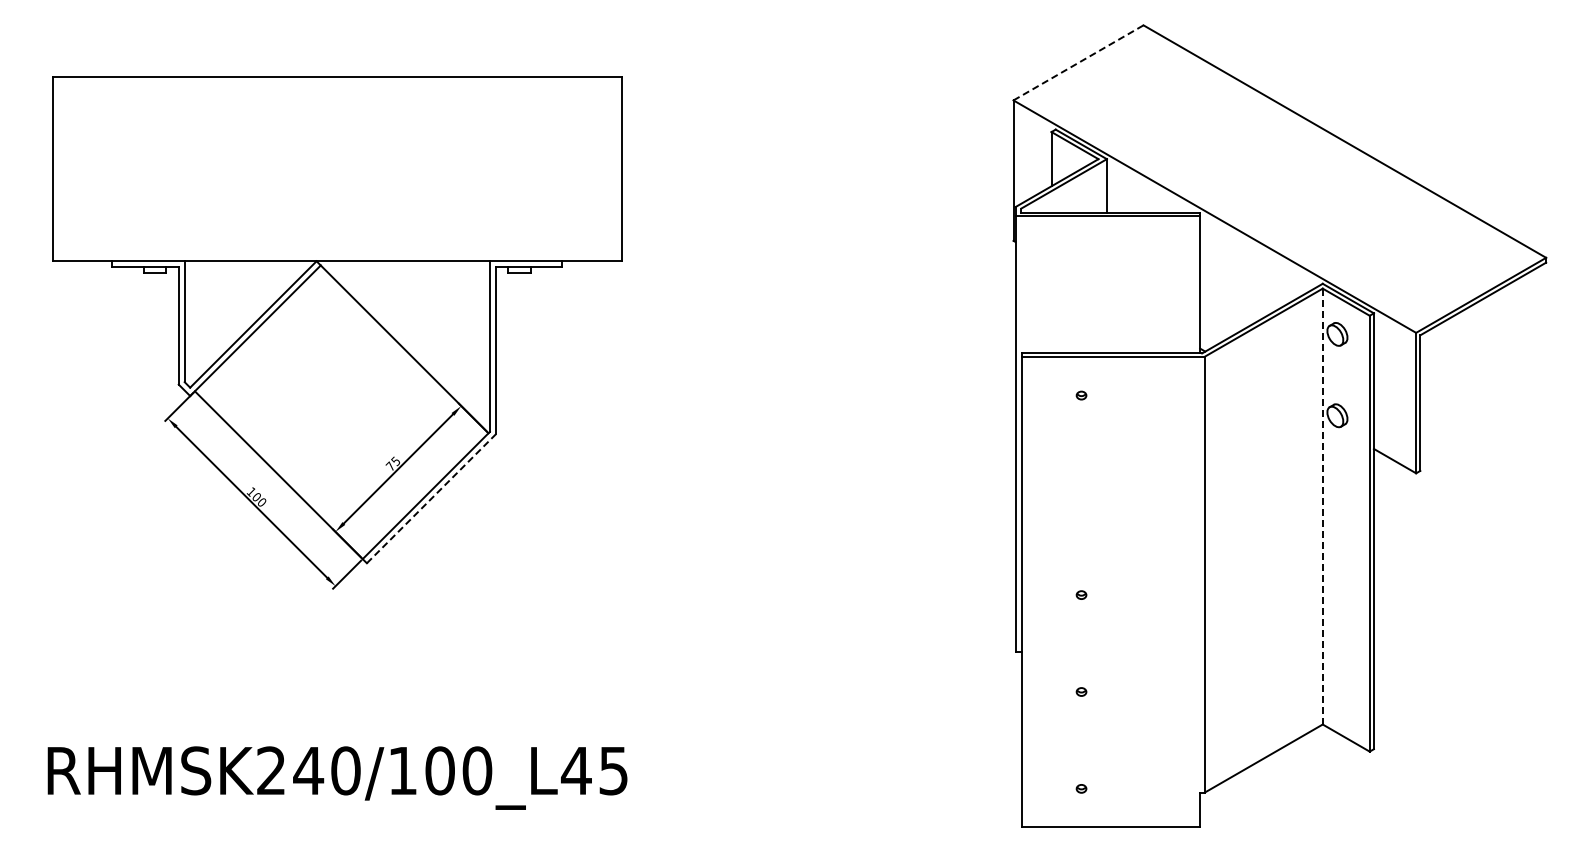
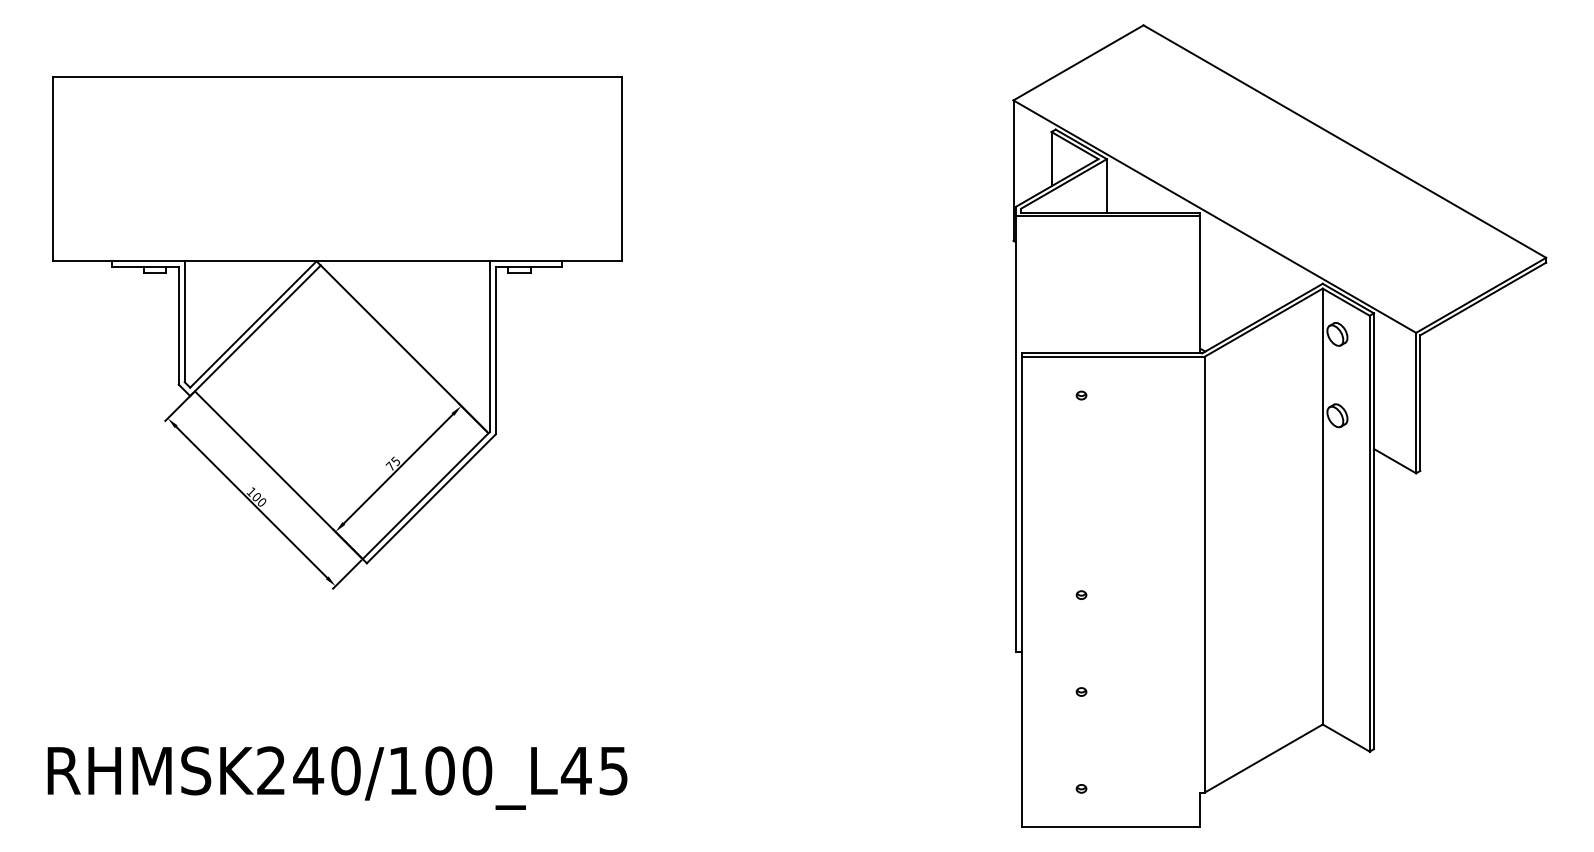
line at (1078, 62): dashed -> solid
line at (431, 498): dashed -> solid
line at (1322, 506): dashed -> solid
